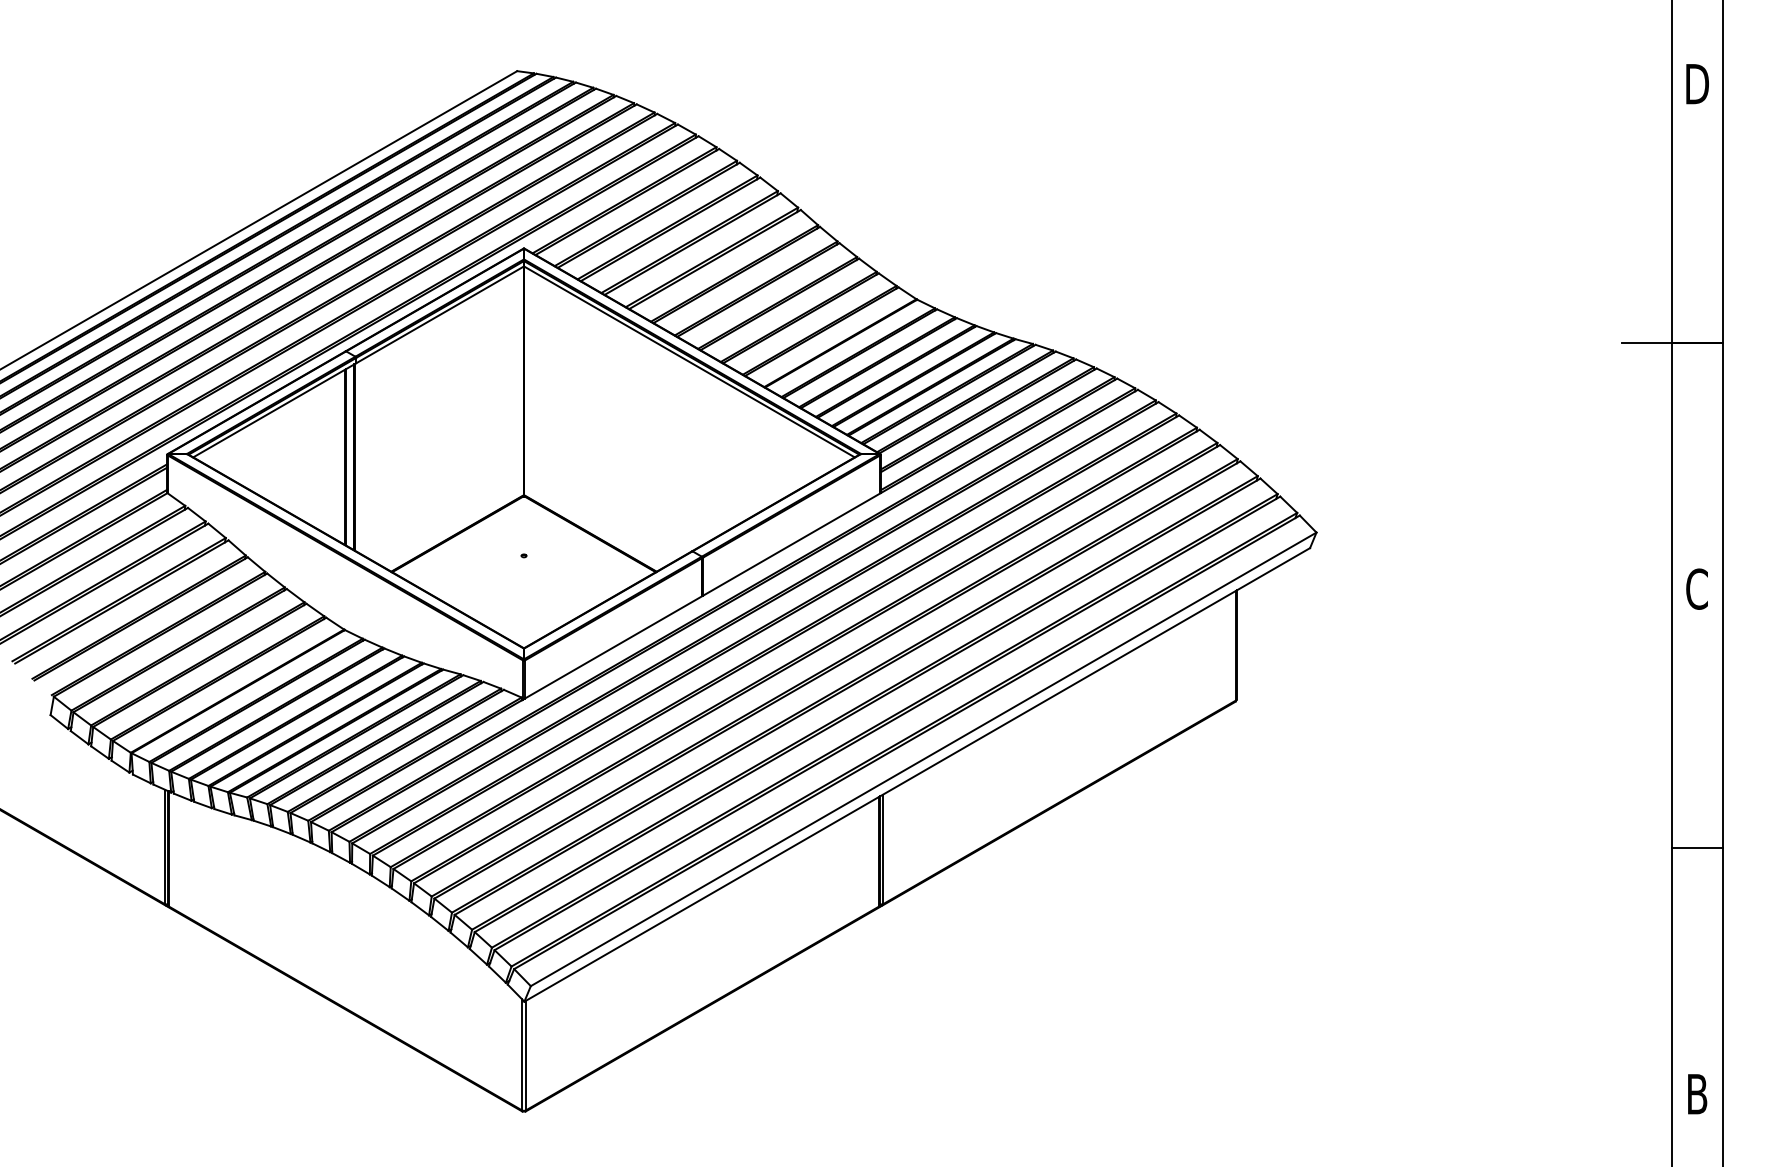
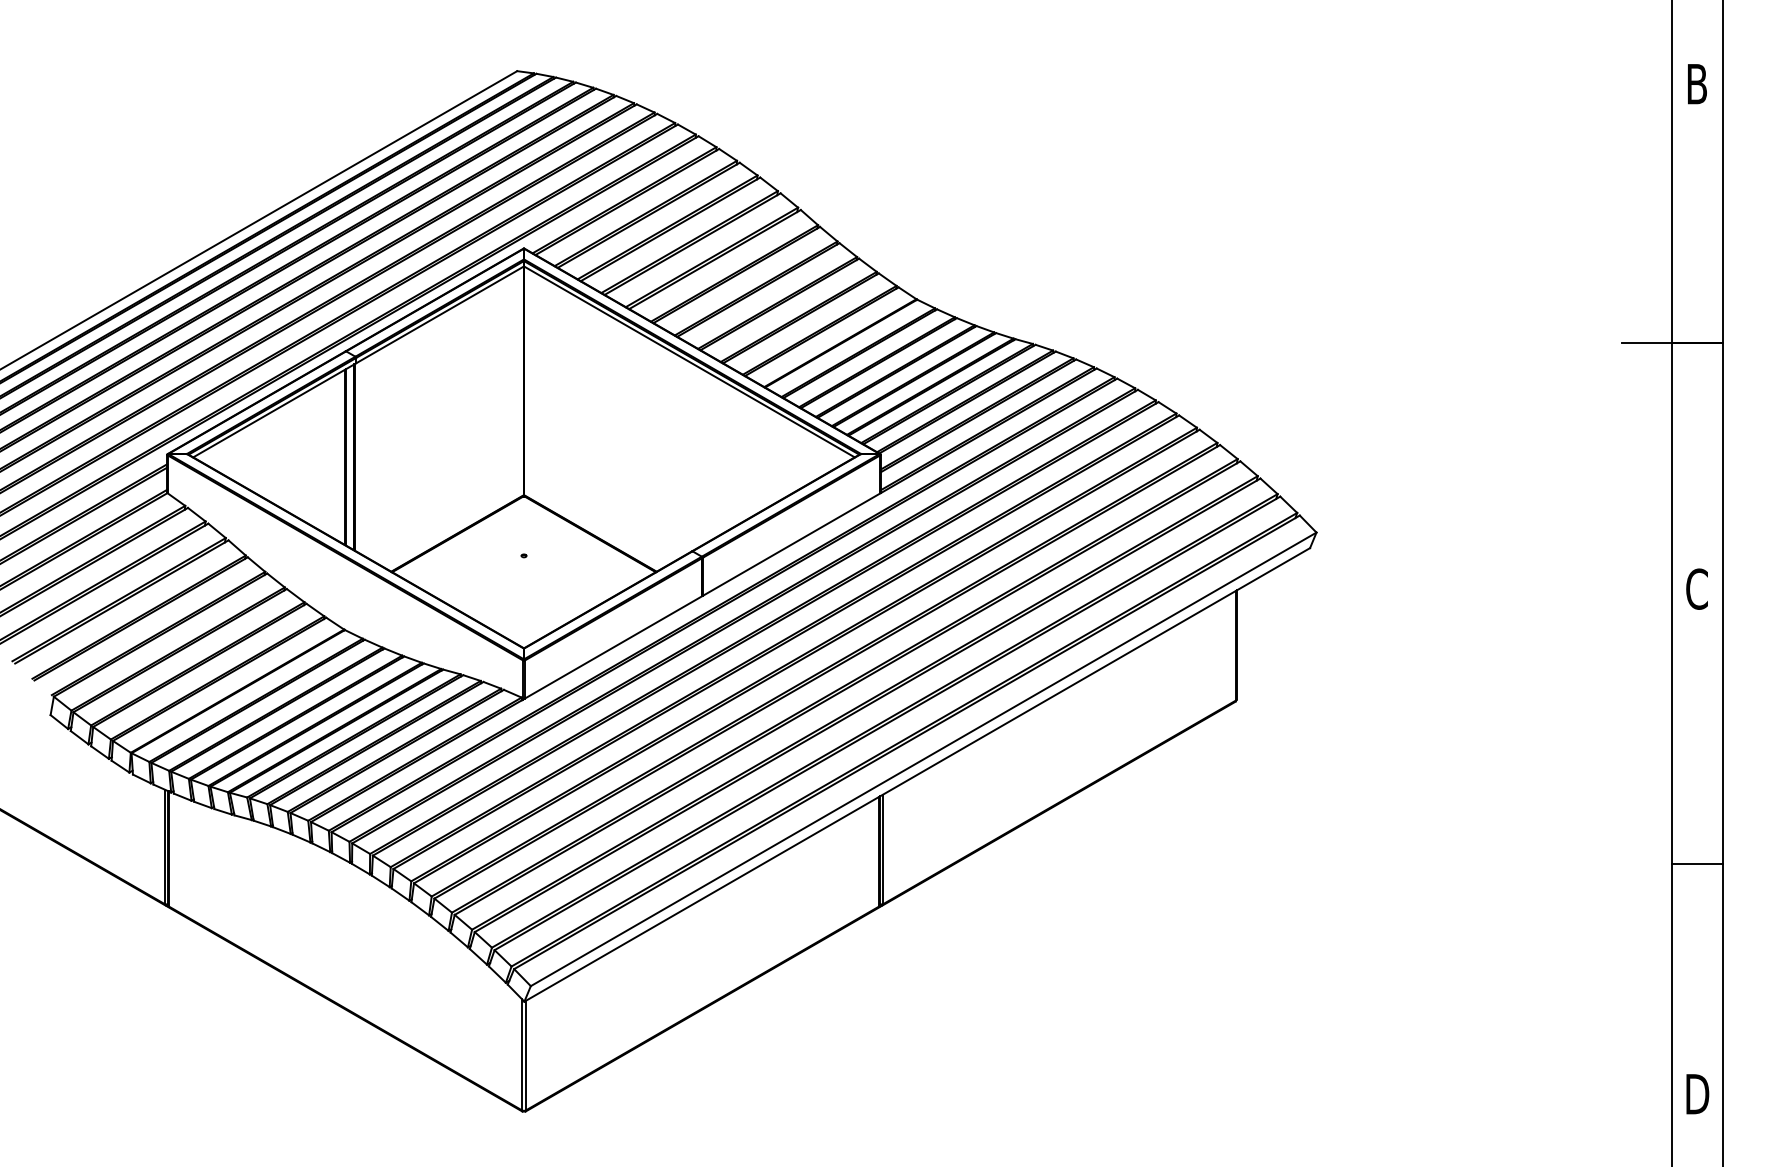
text at (1697, 84): D -> B
line at (1697, 847) position: (1697, 847) -> (1697, 863)
text at (1697, 1094): B -> D
